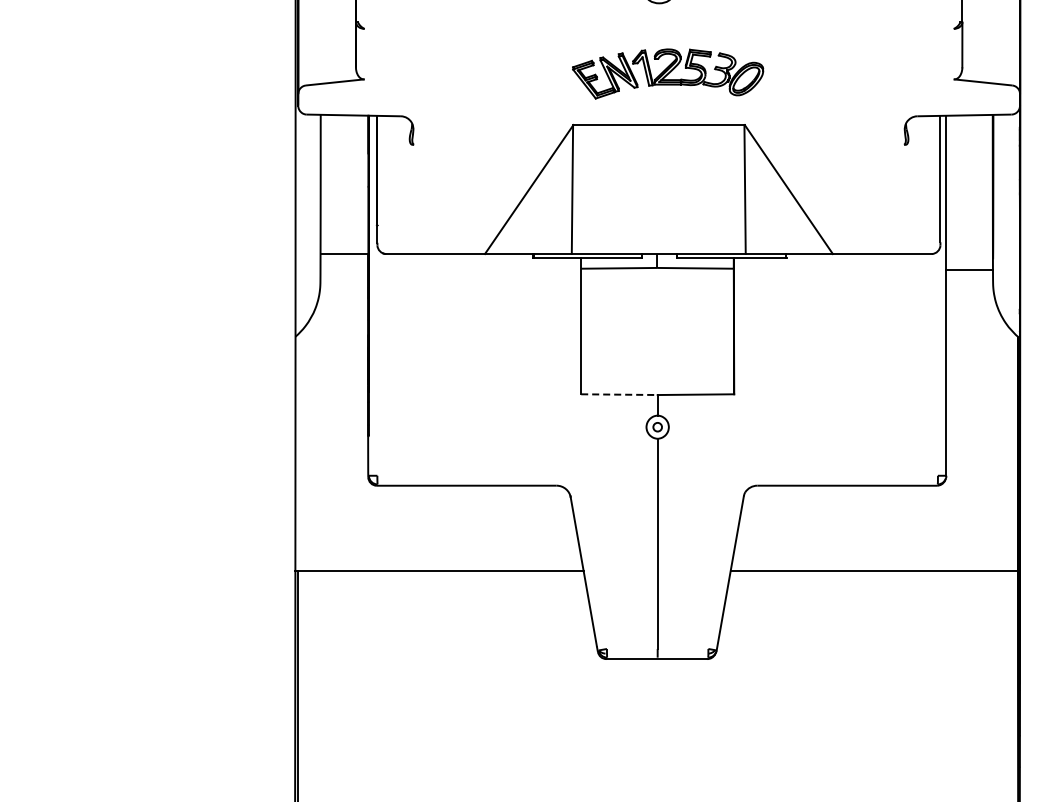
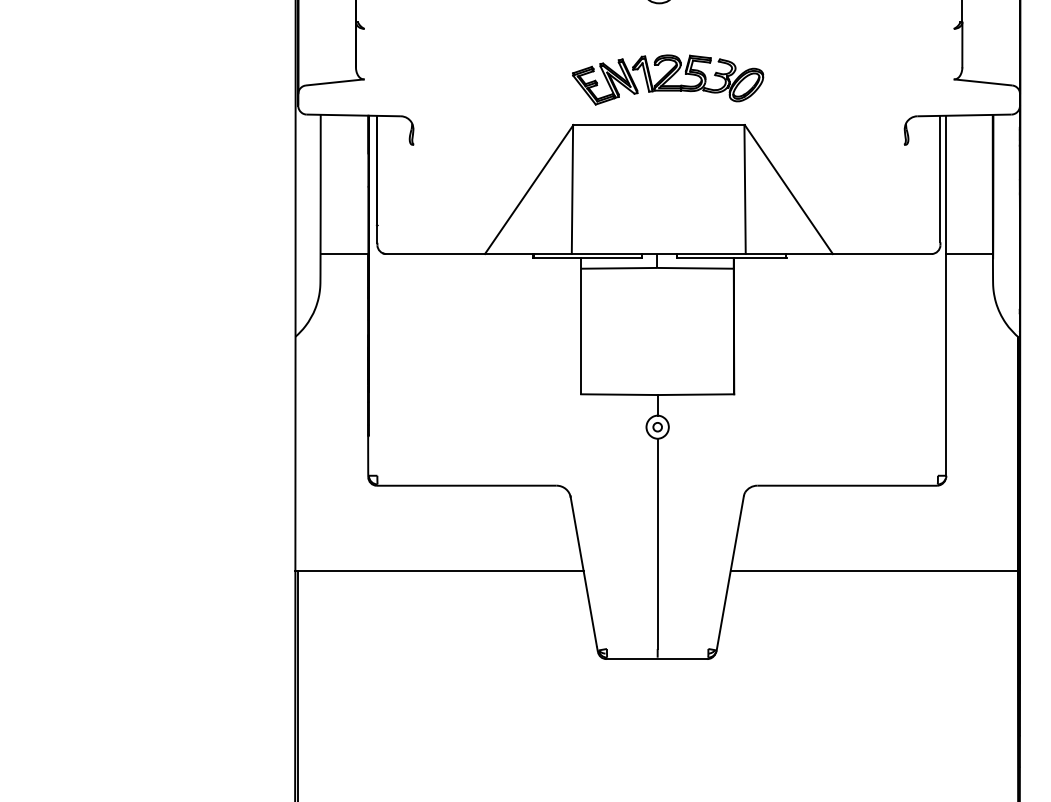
part at (668, 73) position: (668, 73) -> (668, 79)
line at (969, 270) position: (969, 270) -> (969, 254)
line at (619, 394): dashed -> solid
